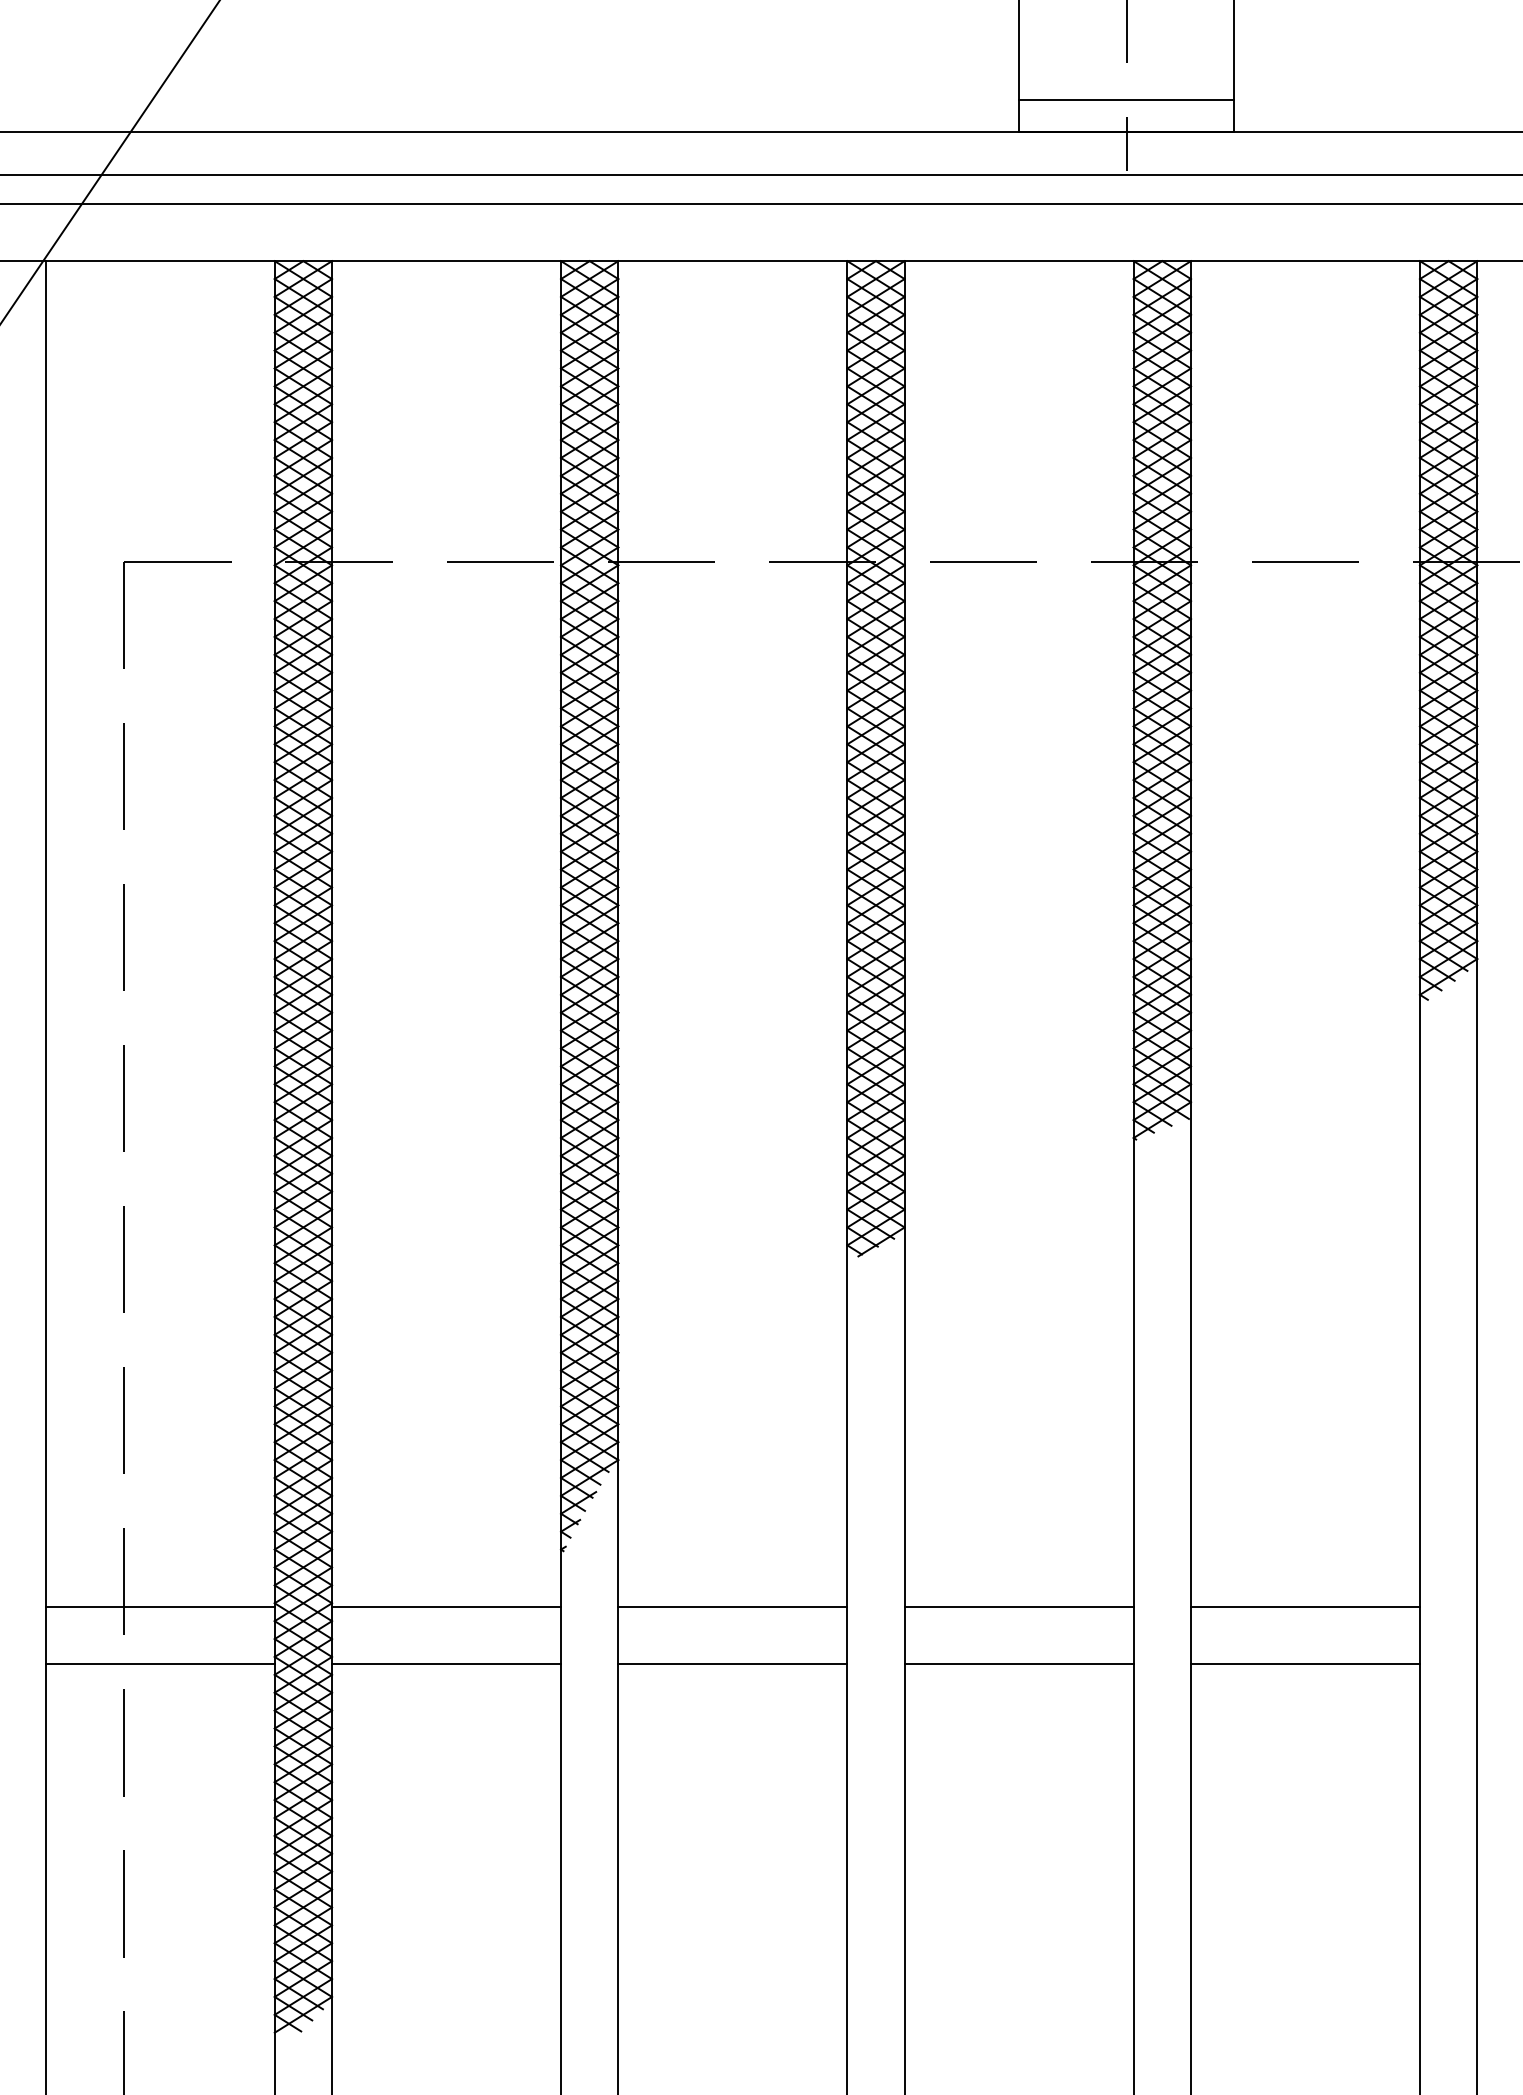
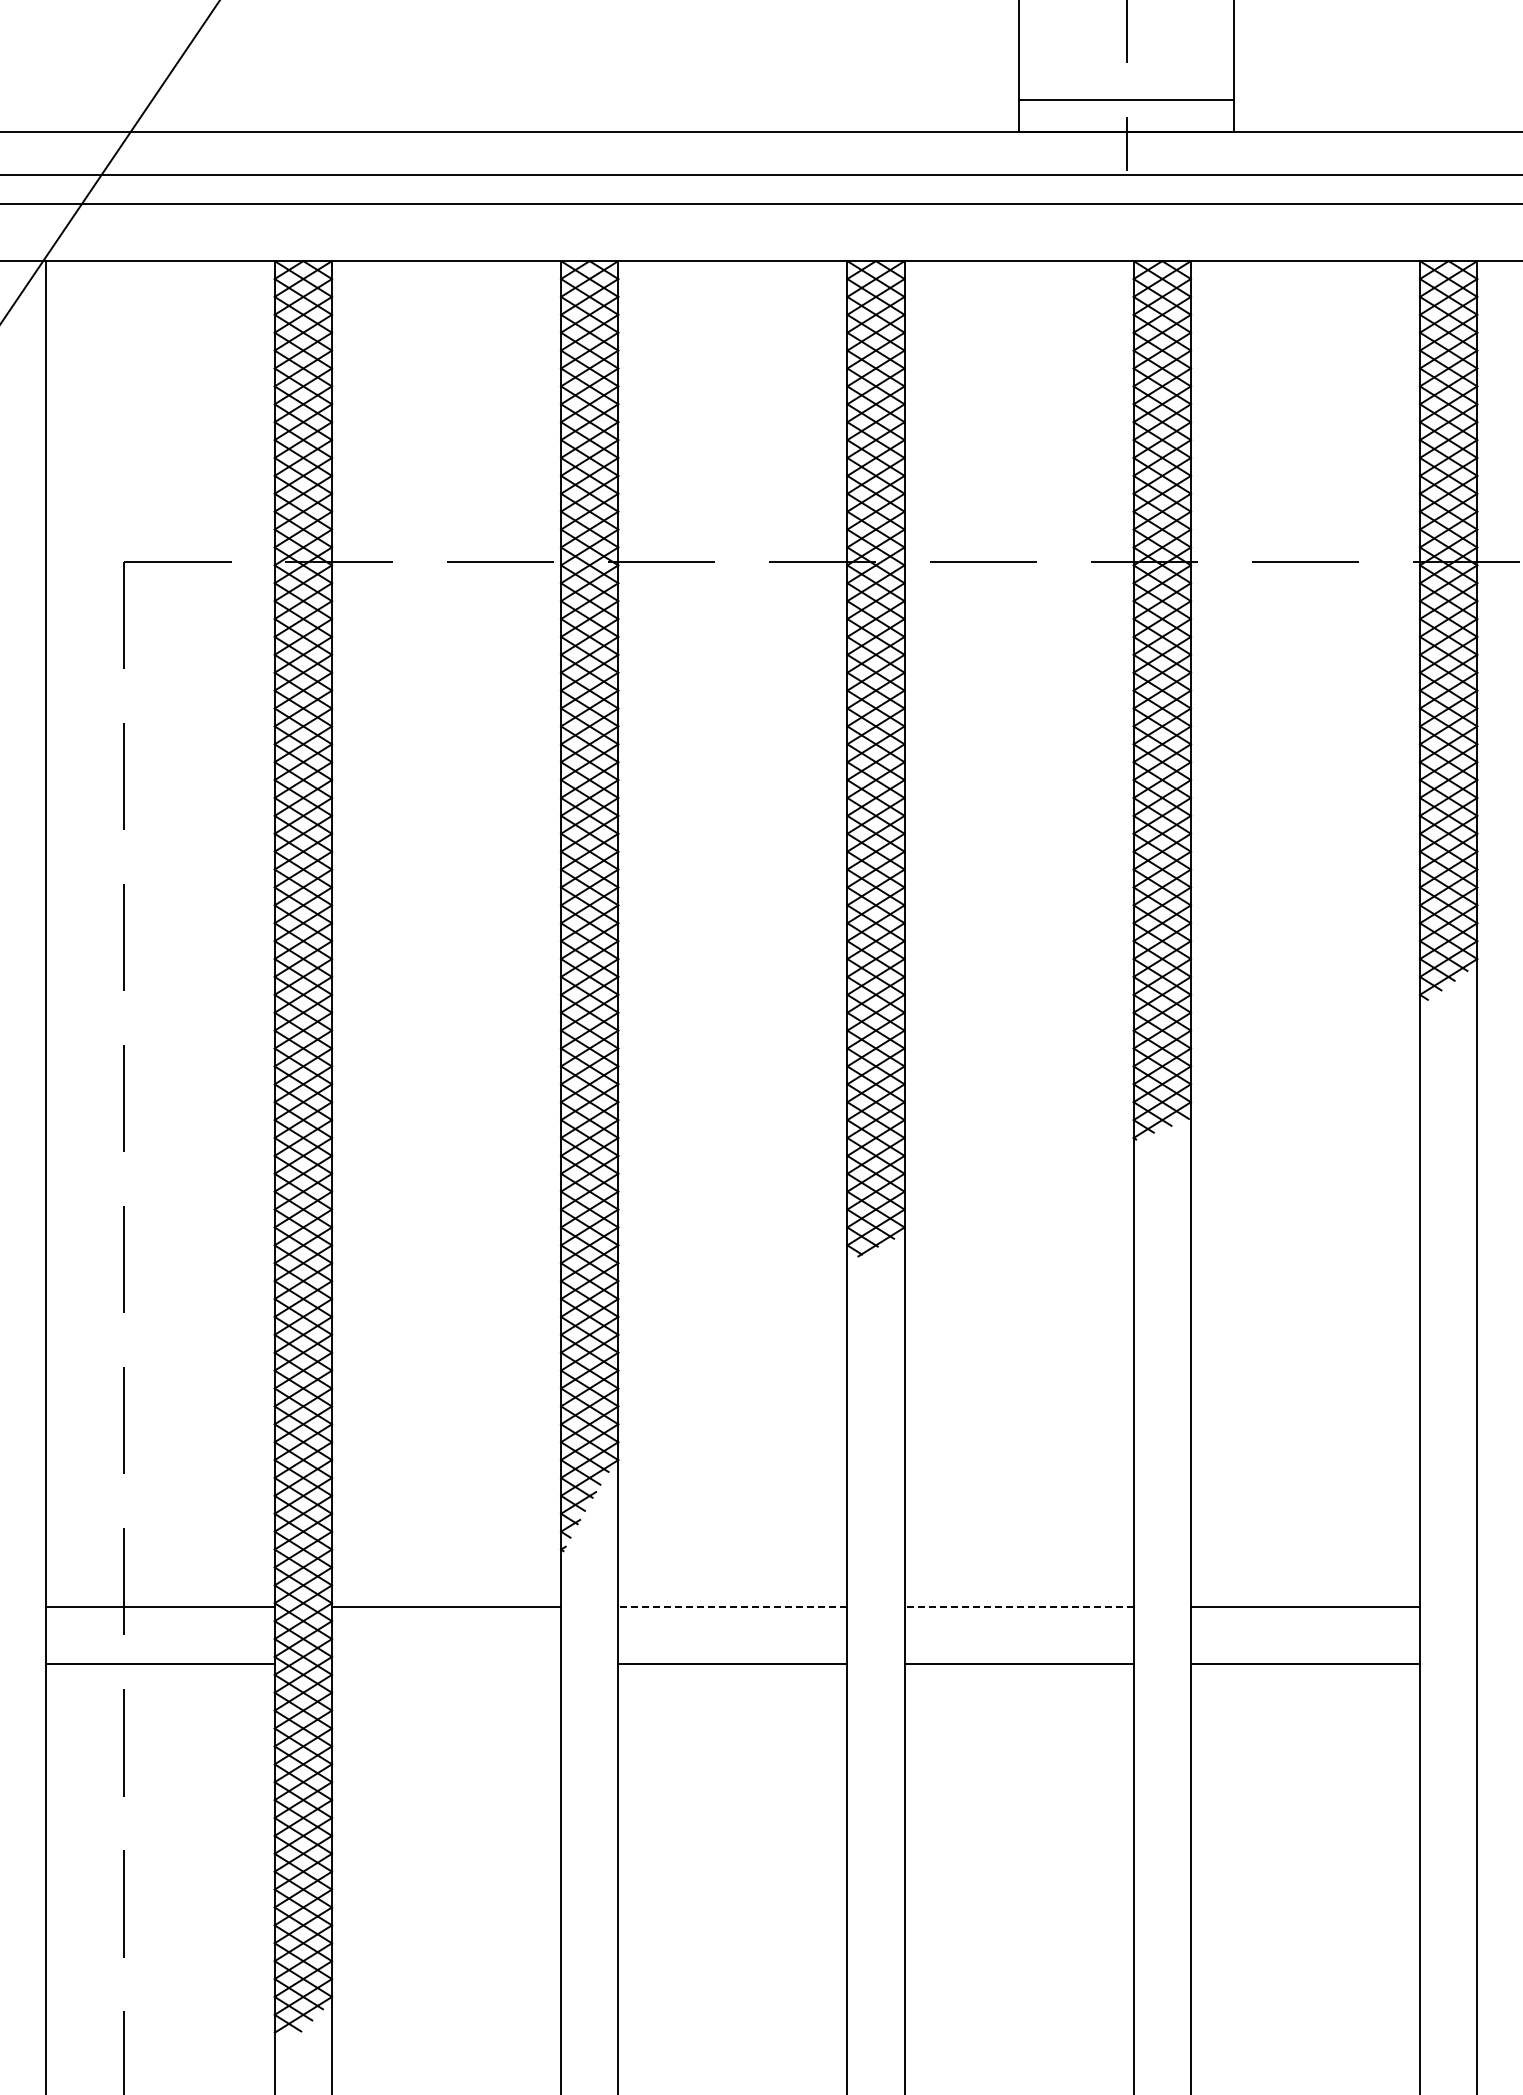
line at (732, 1606): solid -> dashed
line at (1019, 1606): solid -> dashed
line at (446, 1664): present -> none
